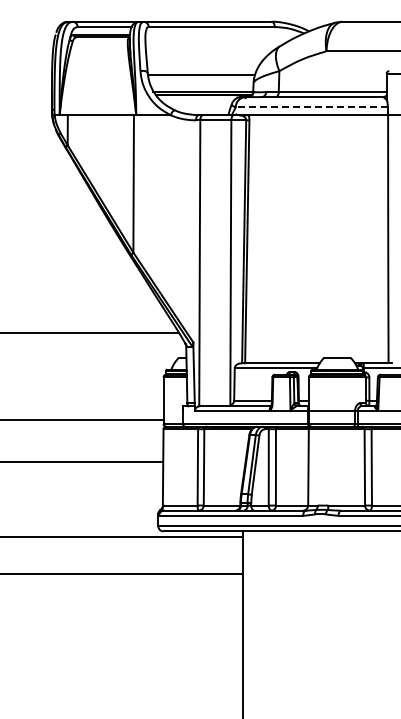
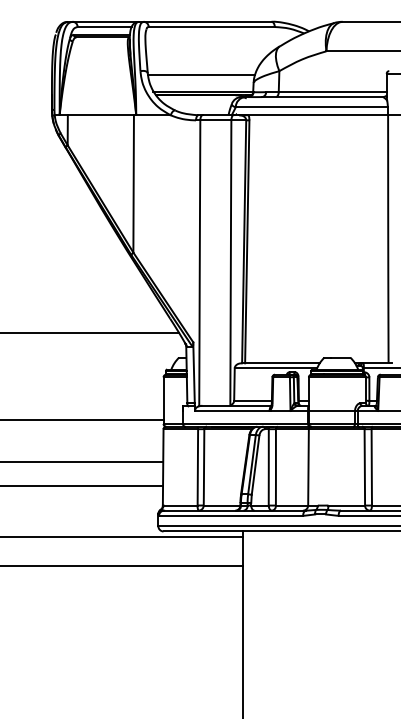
line at (311, 107): dashed -> solid
line at (82, 486): none -> present
line at (122, 573) position: (122, 573) -> (122, 565)
